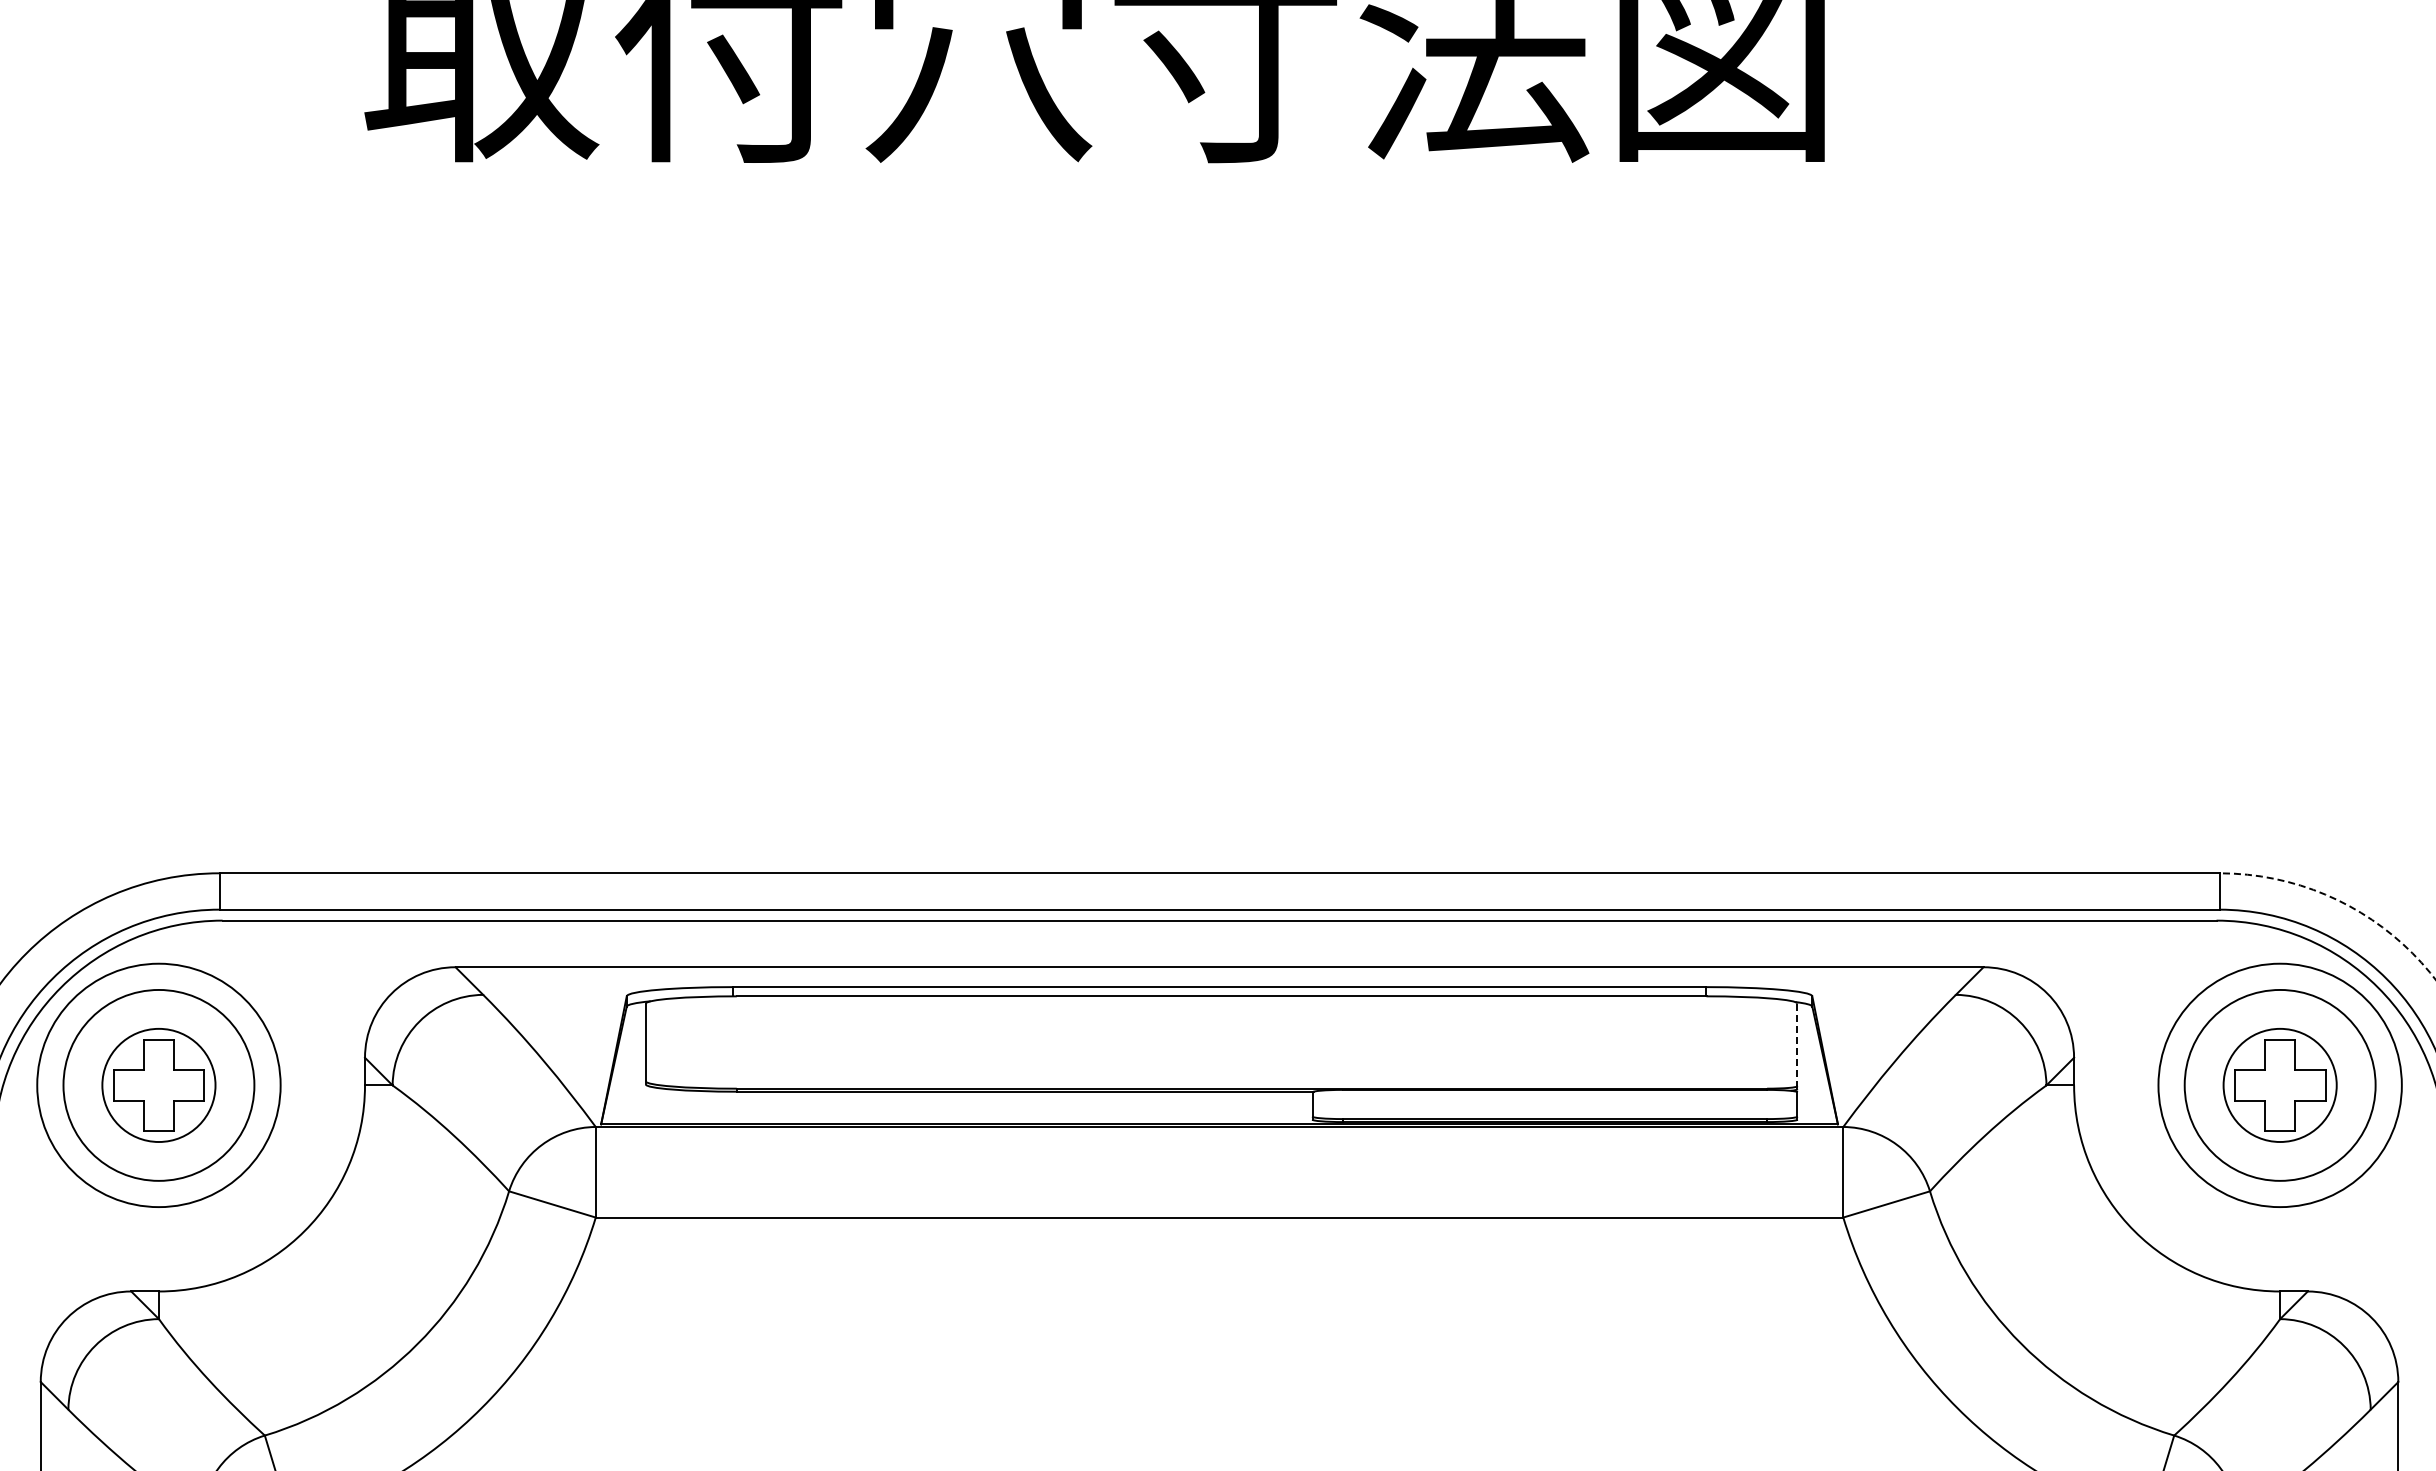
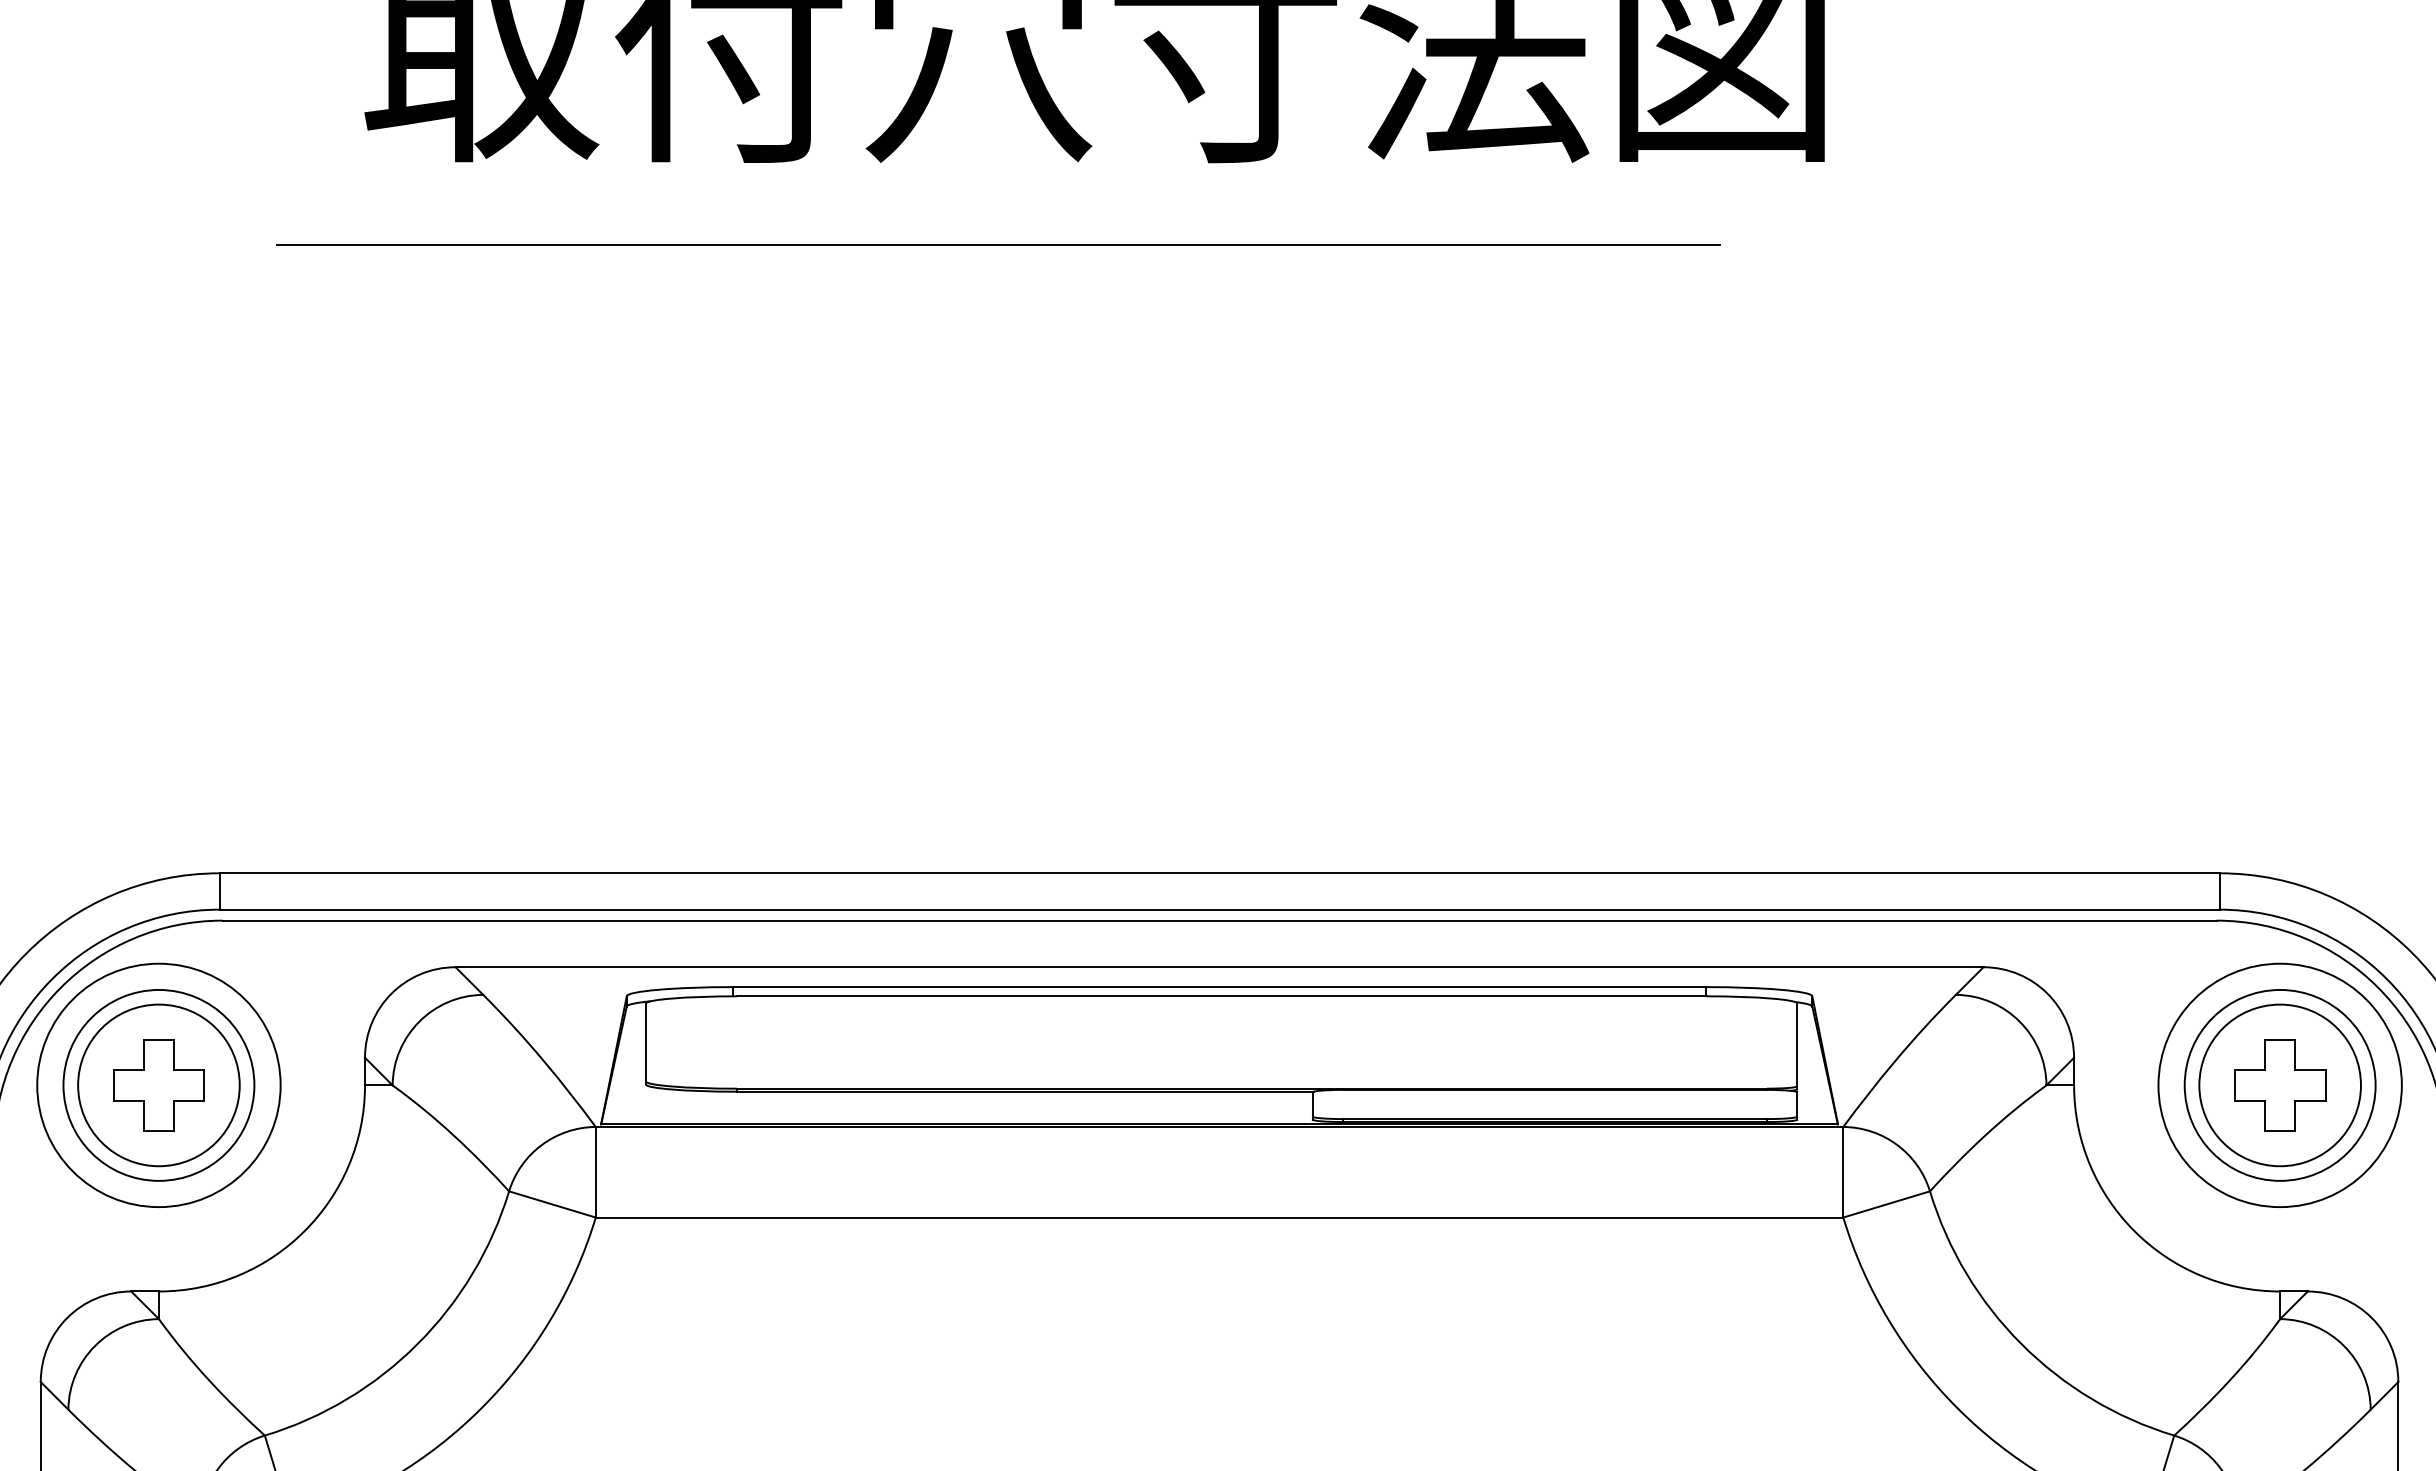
line at (998, 245): none -> present
arc at (2340, 901): dashed -> solid
line at (1797, 1045): dashed -> solid
circle at (158, 1085) diameter: 113 px -> 162 px
circle at (2279, 1085) diameter: 113 px -> 162 px
